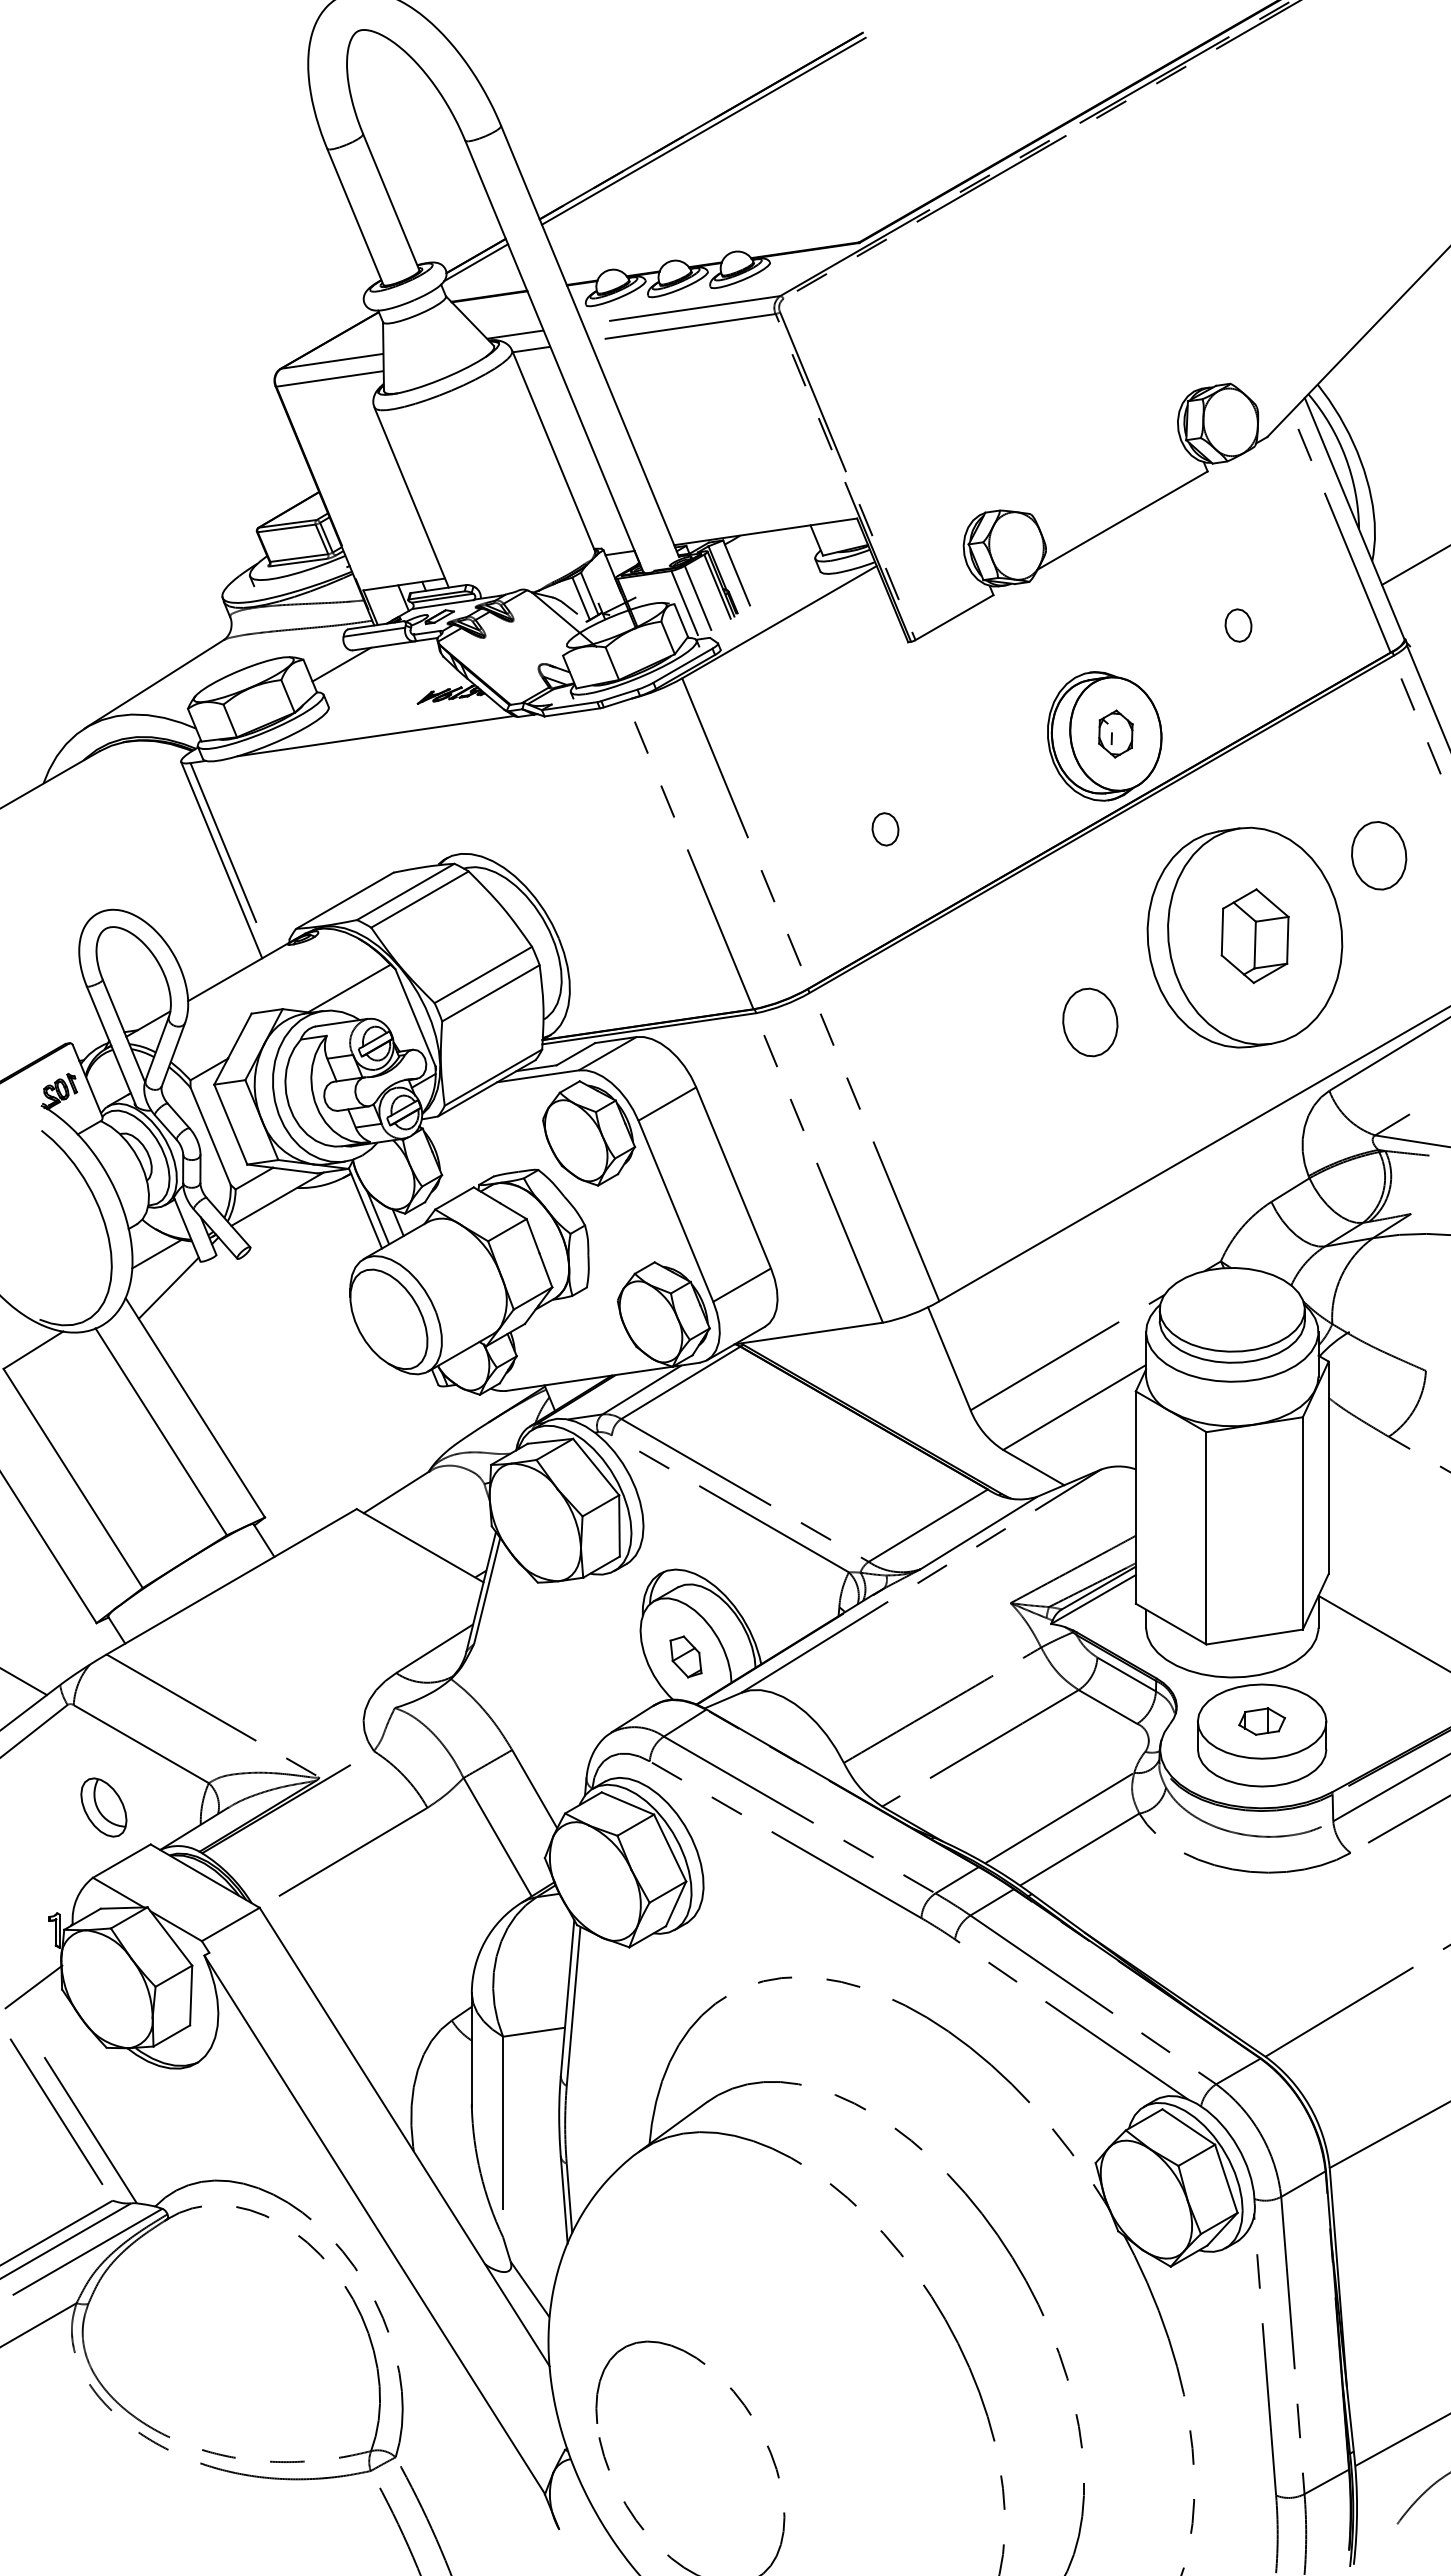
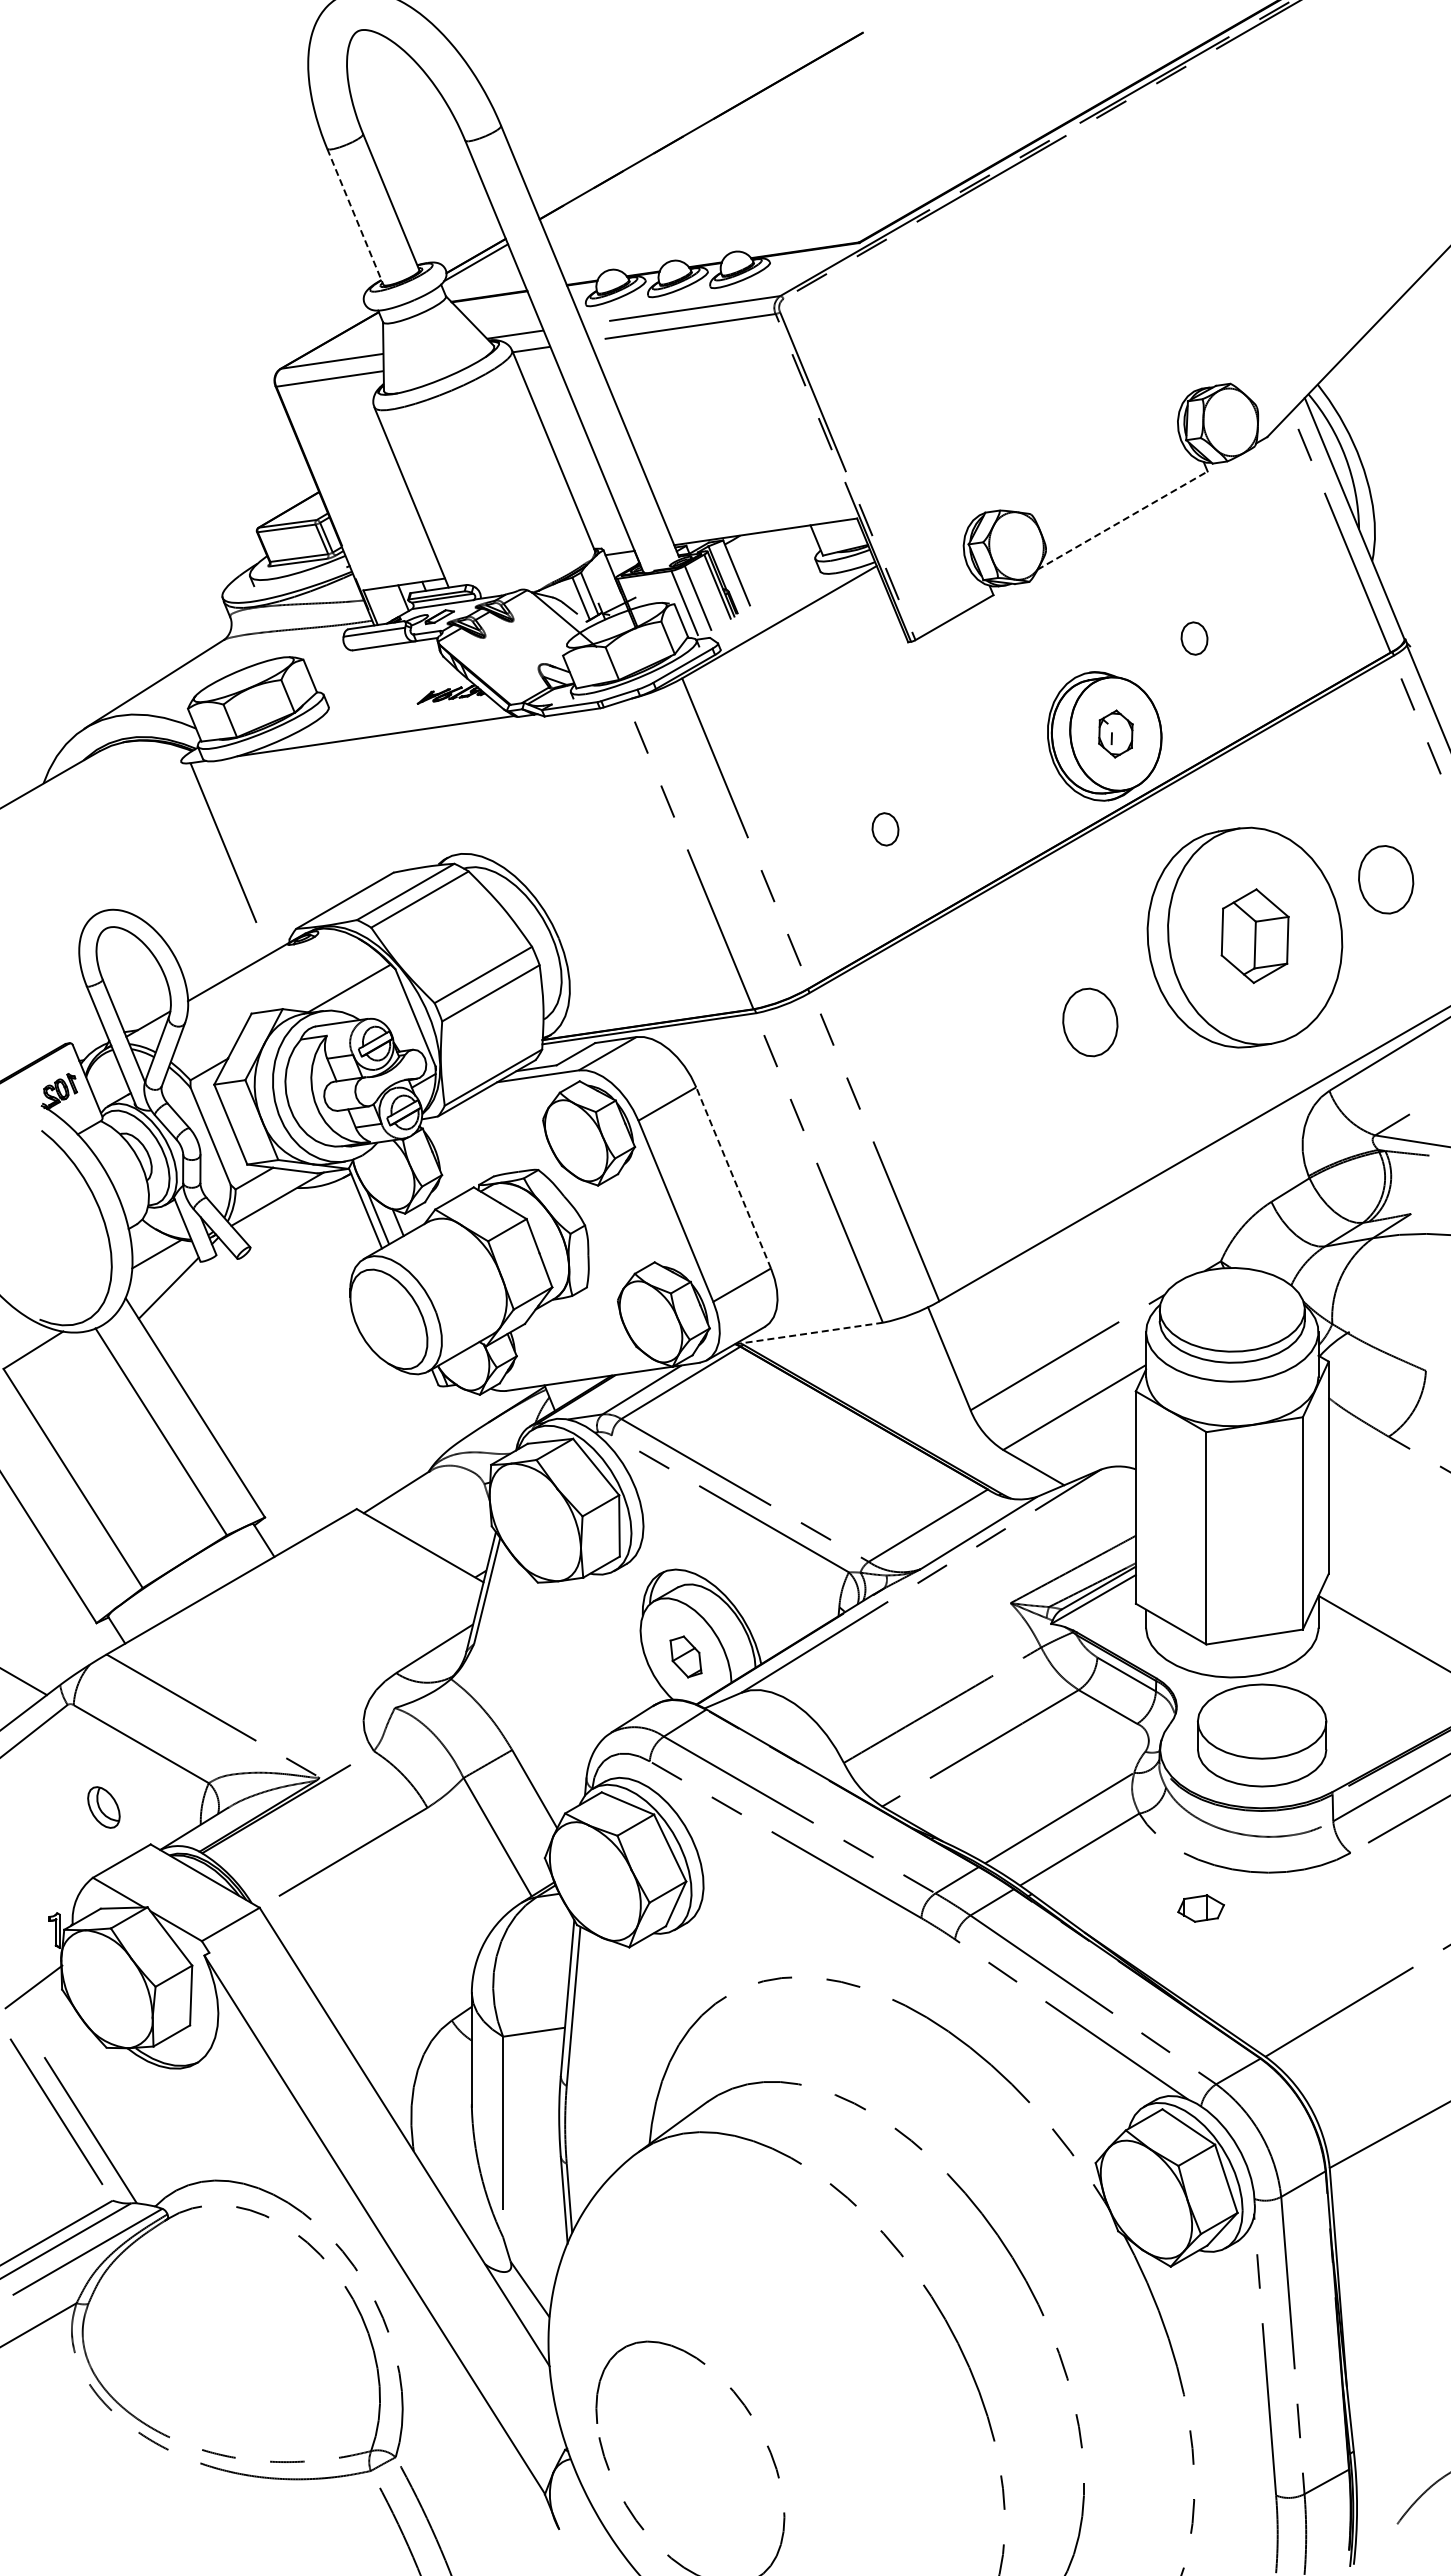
line at (703, 130): present -> none
line at (355, 216): solid -> dashed
line at (1122, 520): solid -> dashed
line at (1414, 565): present -> none
part at (1238, 625) position: (1238, 625) -> (1194, 638)
line at (341, 664): present -> none
part at (1379, 855) position: (1379, 855) -> (1386, 879)
line at (221, 859): present -> none
line at (733, 1177): solid -> dashed
line at (808, 1333): solid -> dashed
part at (1261, 1721) position: (1261, 1721) -> (1200, 1908)
part at (103, 1807) size: 48x61 px -> 34x43 px
line at (1401, 2440): present -> none
